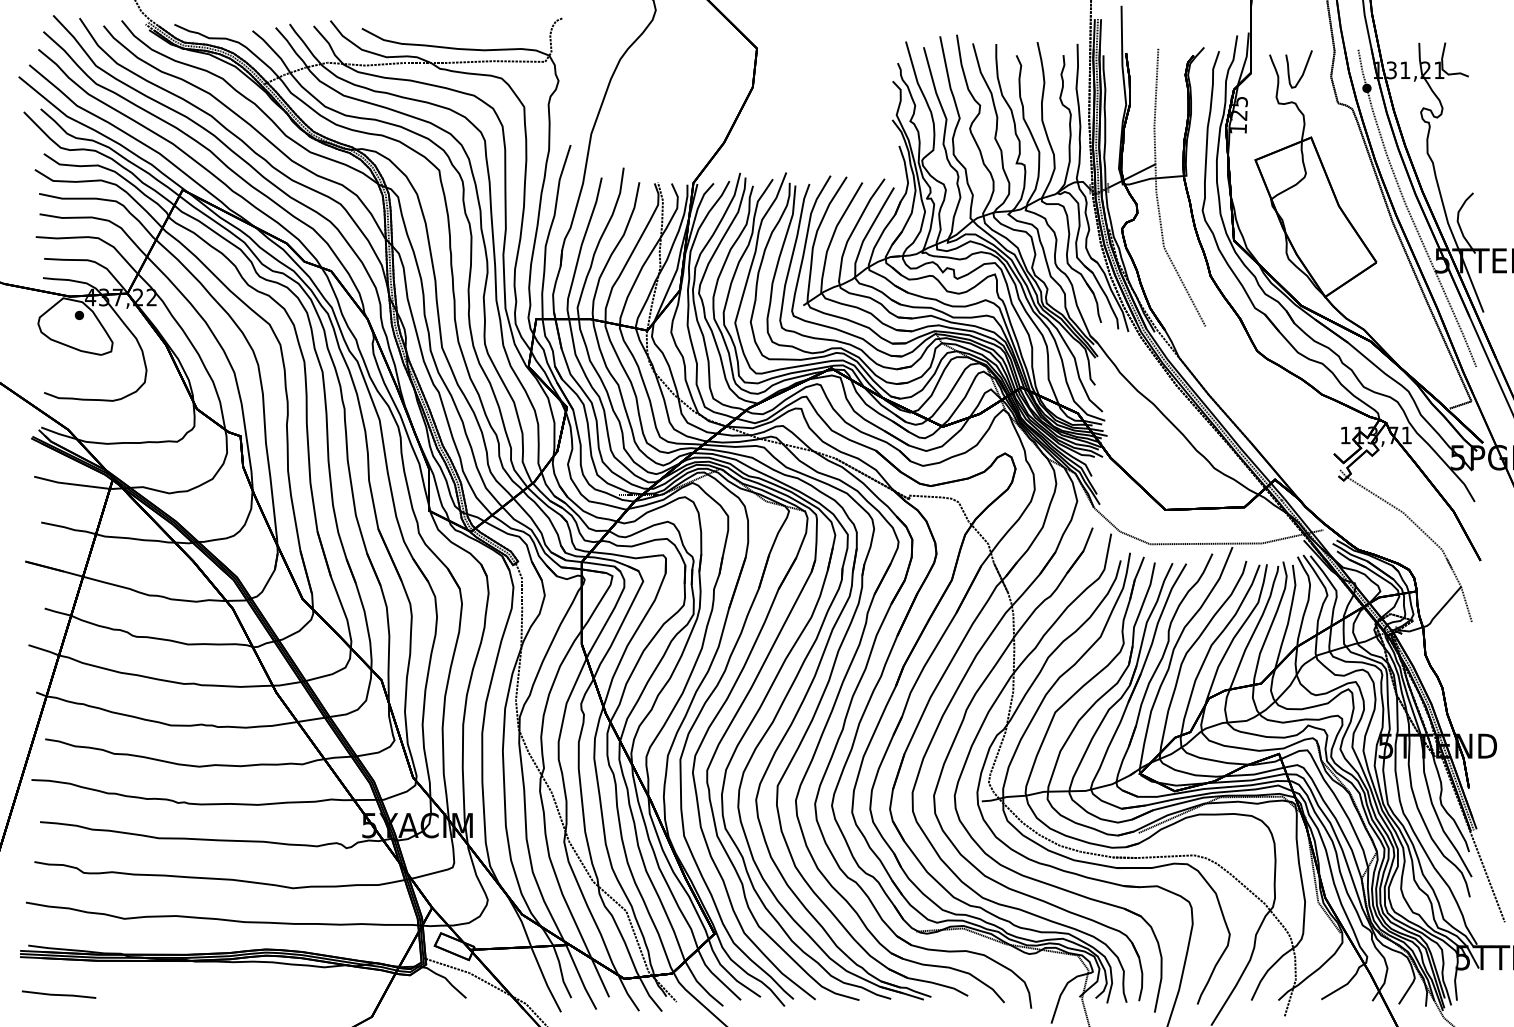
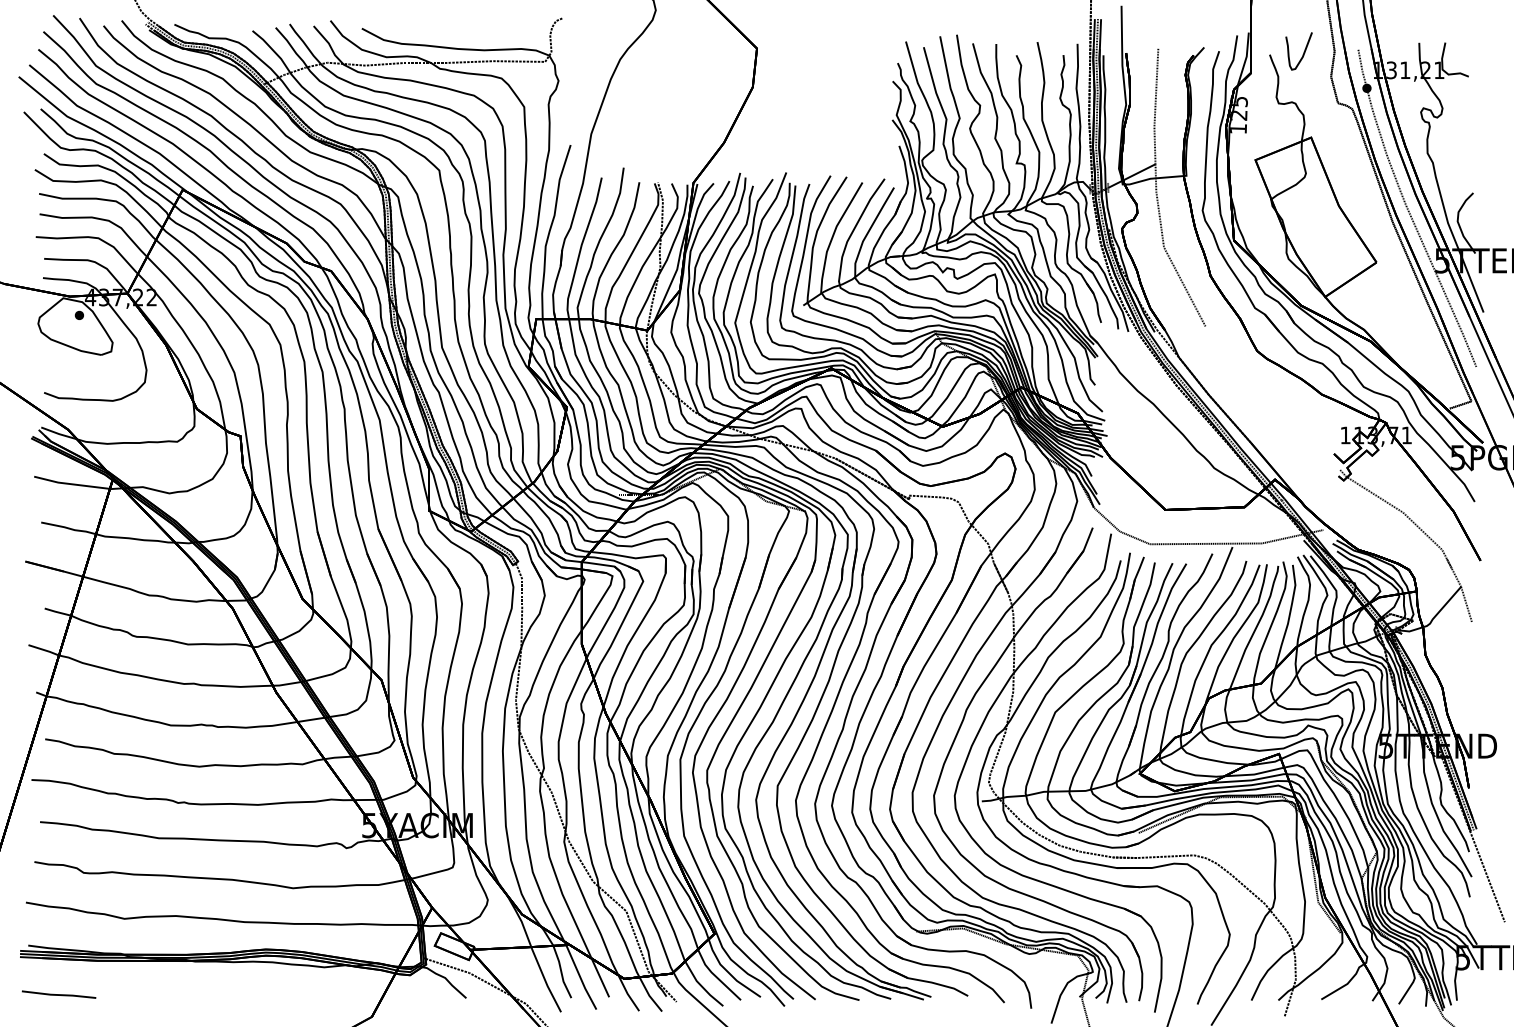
curve at (1302, 72) position: (1302, 72) -> (1302, 54)
